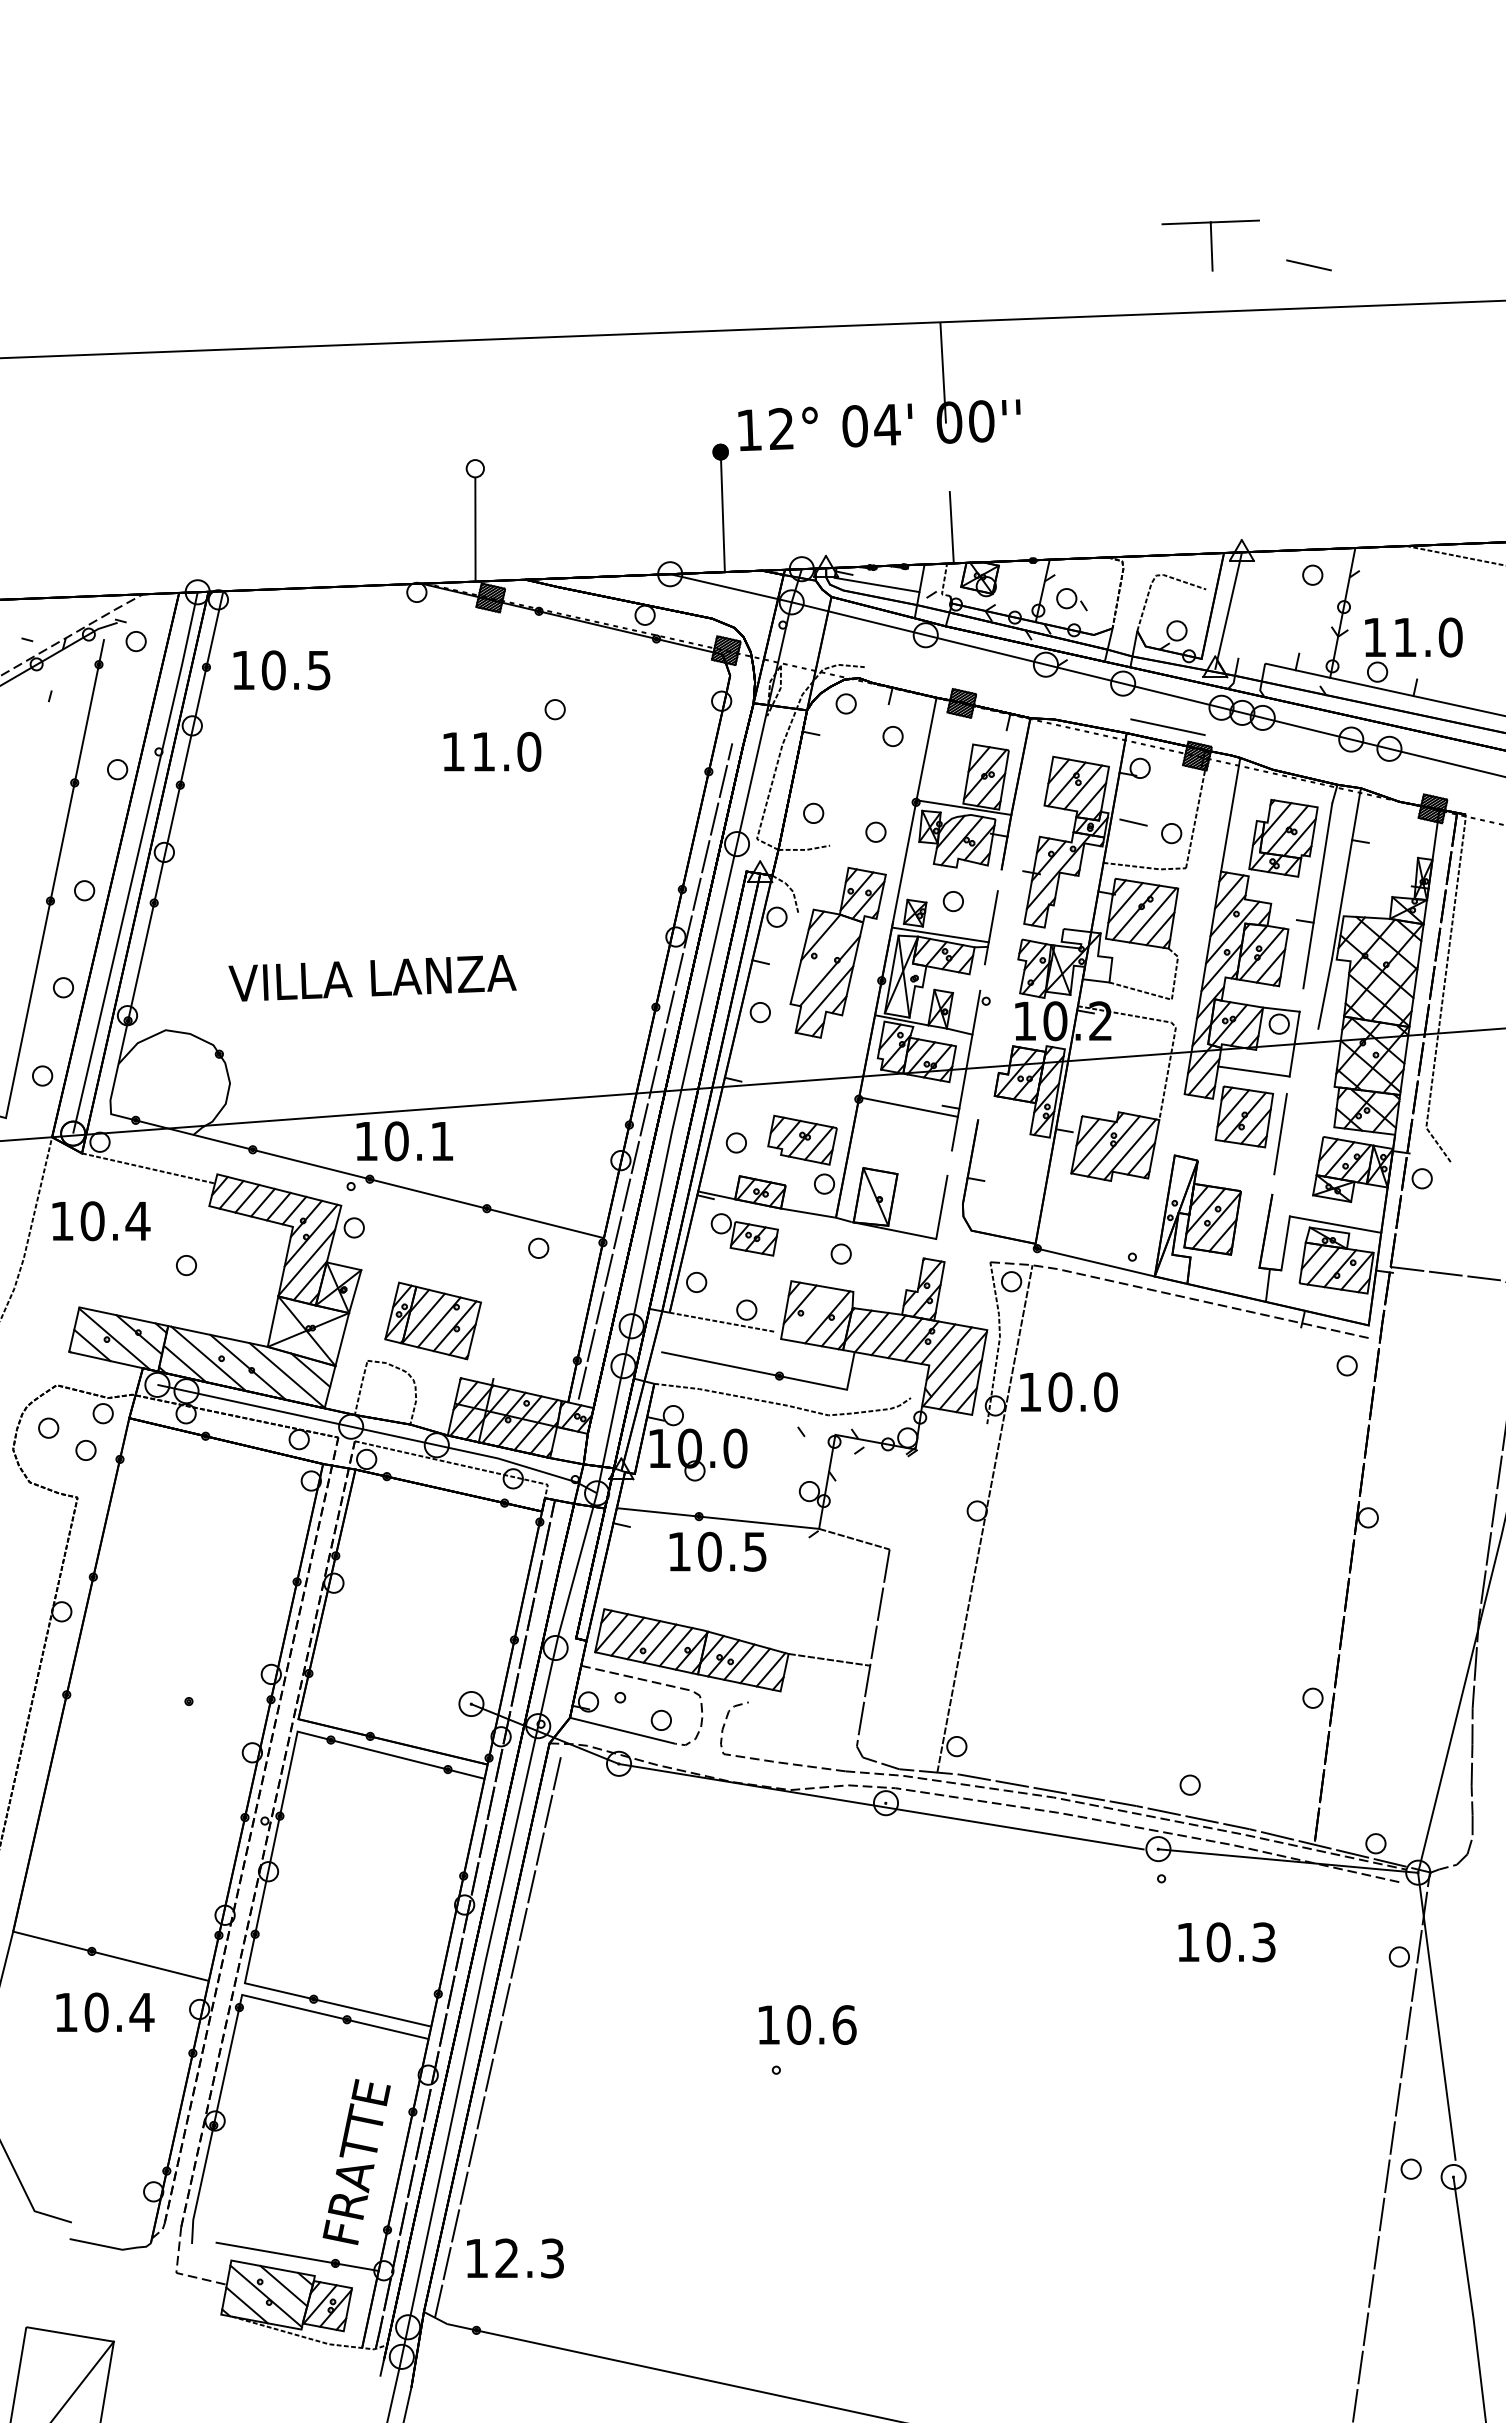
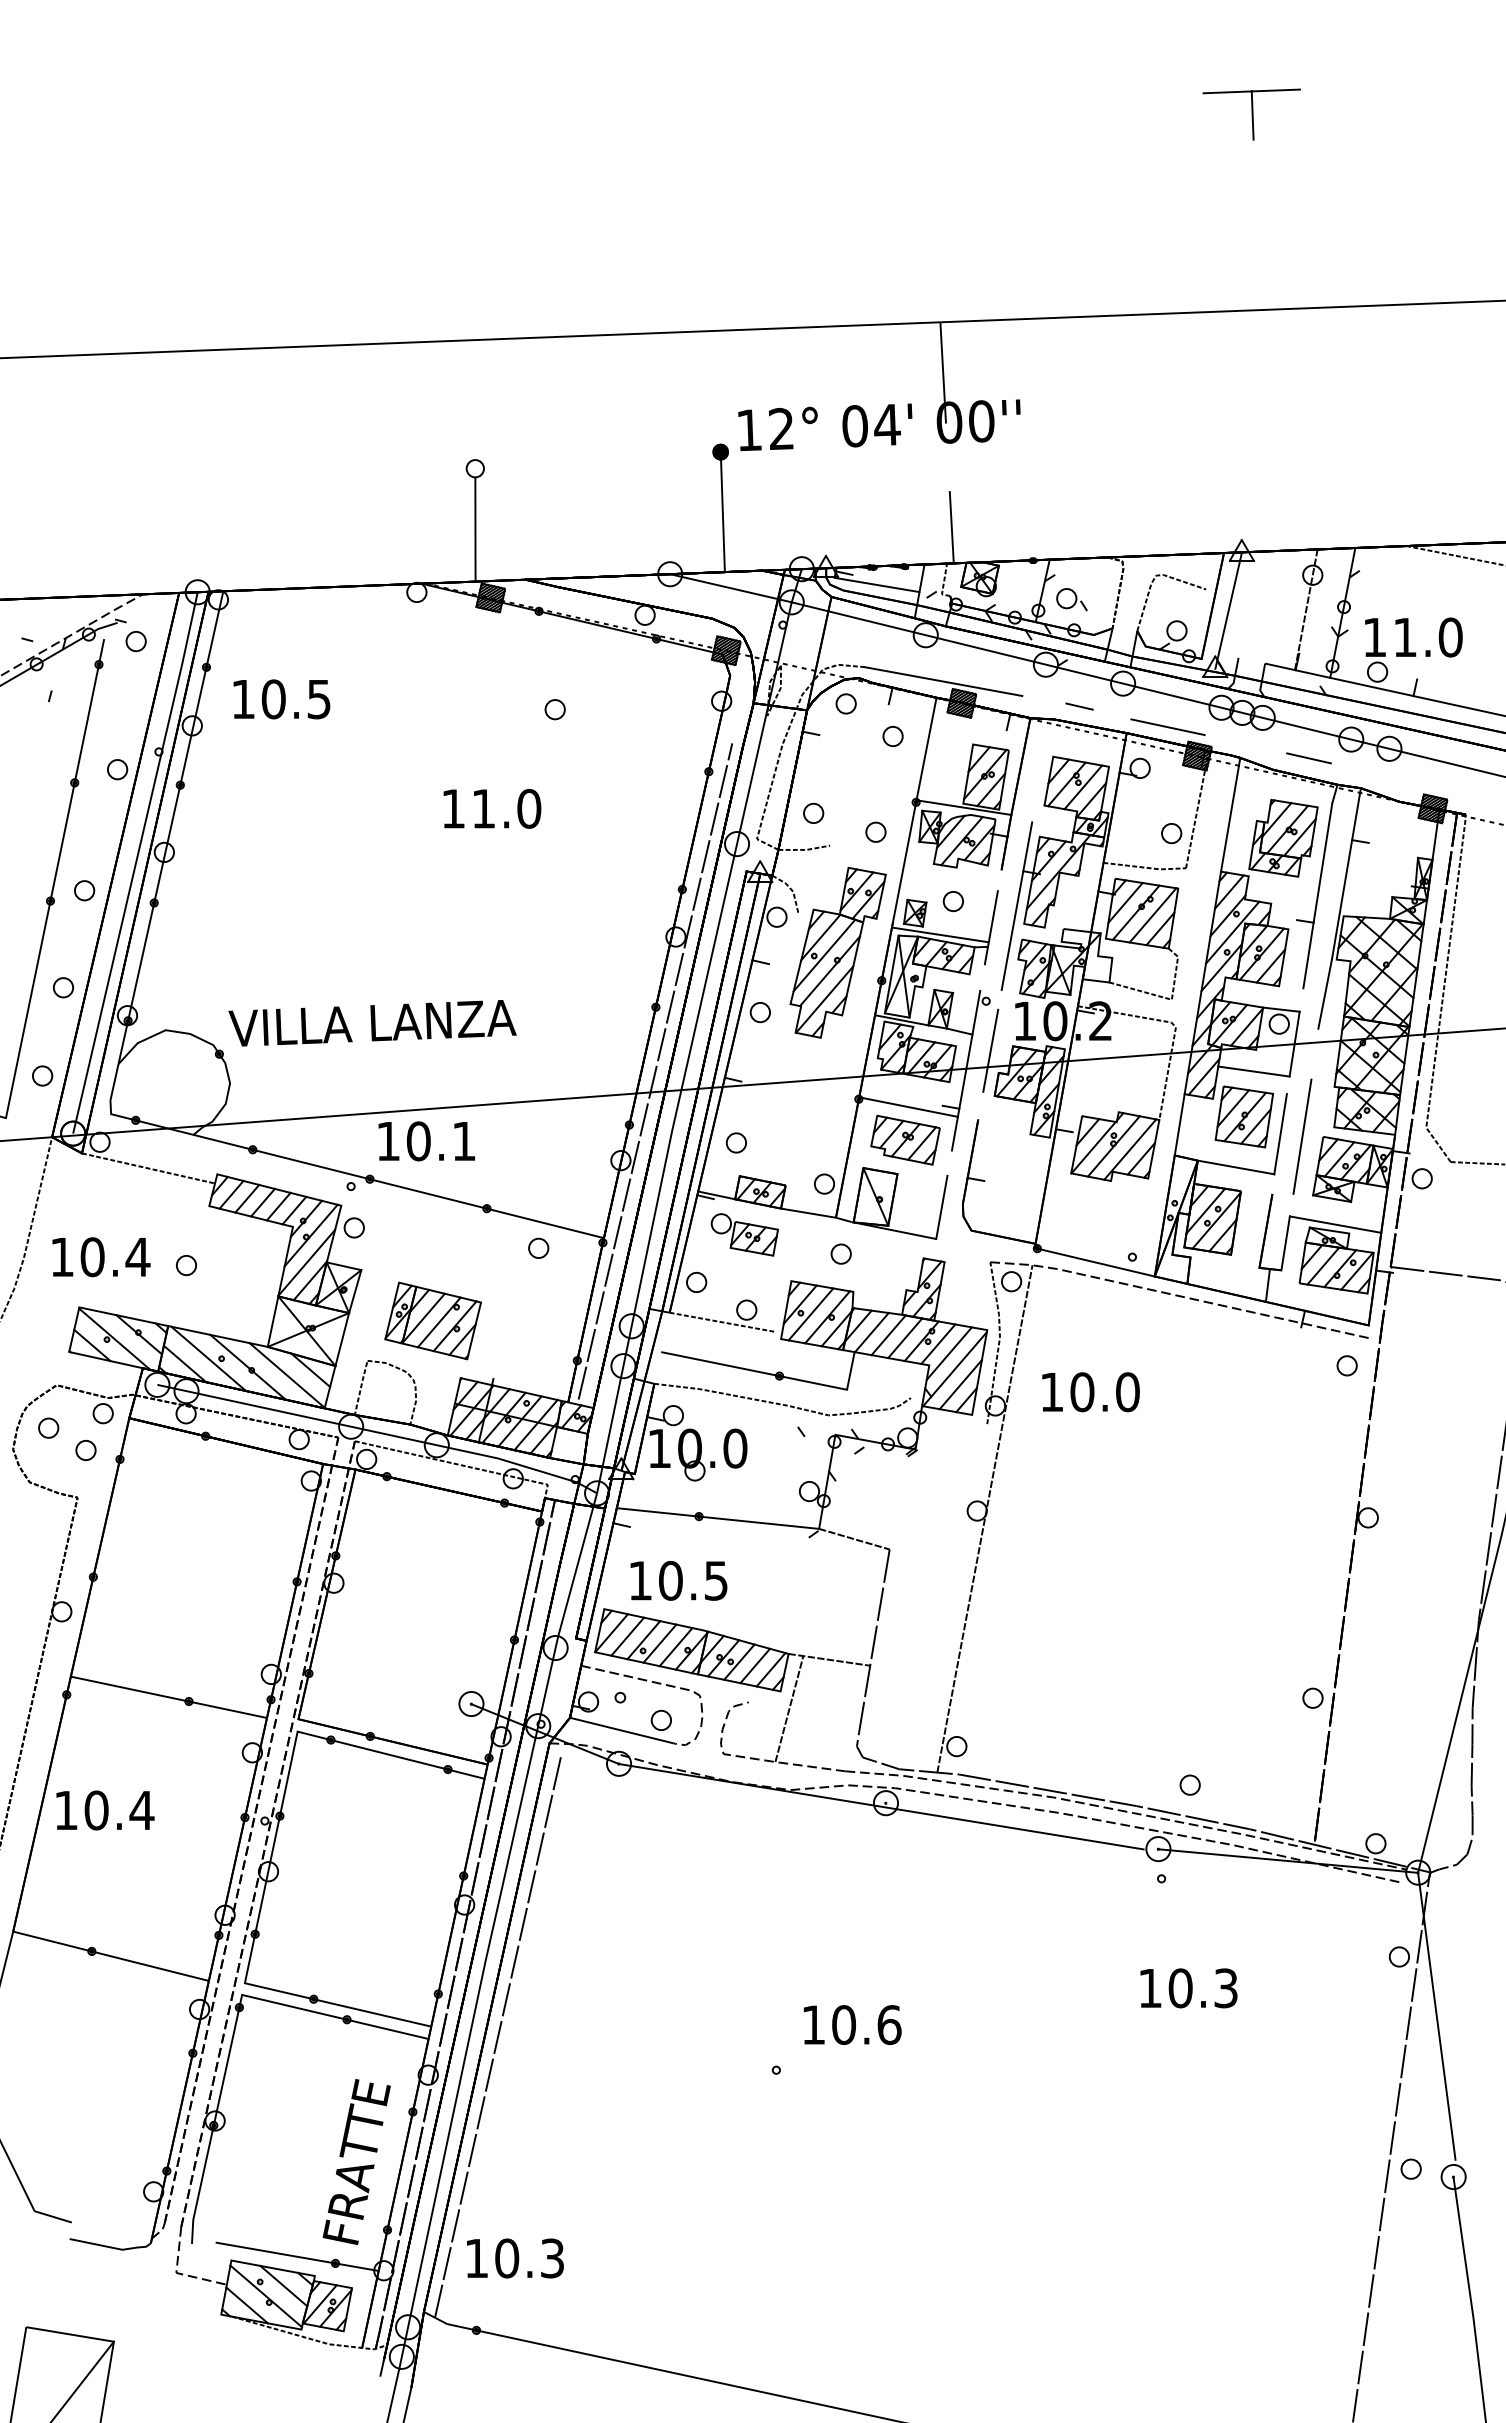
part at (1210, 245) position: (1210, 245) -> (1251, 114)
line at (1308, 265) position: (1308, 265) -> (1308, 758)
line at (1306, 609): none -> present
text at (281, 670) position: (281, 670) -> (281, 699)
line at (943, 681): none -> present
text at (492, 751) position: (492, 751) -> (492, 808)
line at (1133, 822) position: (1133, 822) -> (1079, 706)
line at (1016, 905): none -> present
line at (824, 955): none -> present
text at (372, 978) position: (372, 978) -> (372, 1023)
line at (990, 1050): none -> present
line at (1179, 1124): none -> present
line at (1302, 1136): none -> present
part at (802, 1139) position: (802, 1139) -> (905, 1139)
text at (404, 1141) position: (404, 1141) -> (426, 1141)
line at (1476, 1163): none -> present
line at (1235, 1167): none -> present
text at (101, 1221) position: (101, 1221) -> (101, 1257)
line at (810, 1314): none -> present
text at (1068, 1392) position: (1068, 1392) -> (1090, 1392)
text at (717, 1551) position: (717, 1551) -> (678, 1580)
line at (168, 1697): none -> present
line at (789, 1709): none -> present
text at (1226, 1942) position: (1226, 1942) -> (1188, 1988)
text at (105, 2012) position: (105, 2012) -> (105, 1810)
text at (807, 2024) position: (807, 2024) -> (852, 2024)
text at (507, 2258): 12.3 -> 10.3
